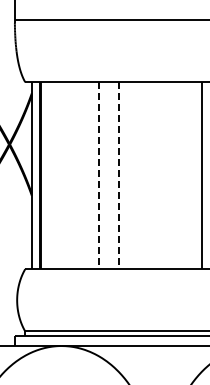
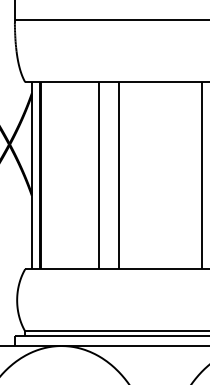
line at (98, 176): dashed -> solid
line at (118, 176): dashed -> solid
